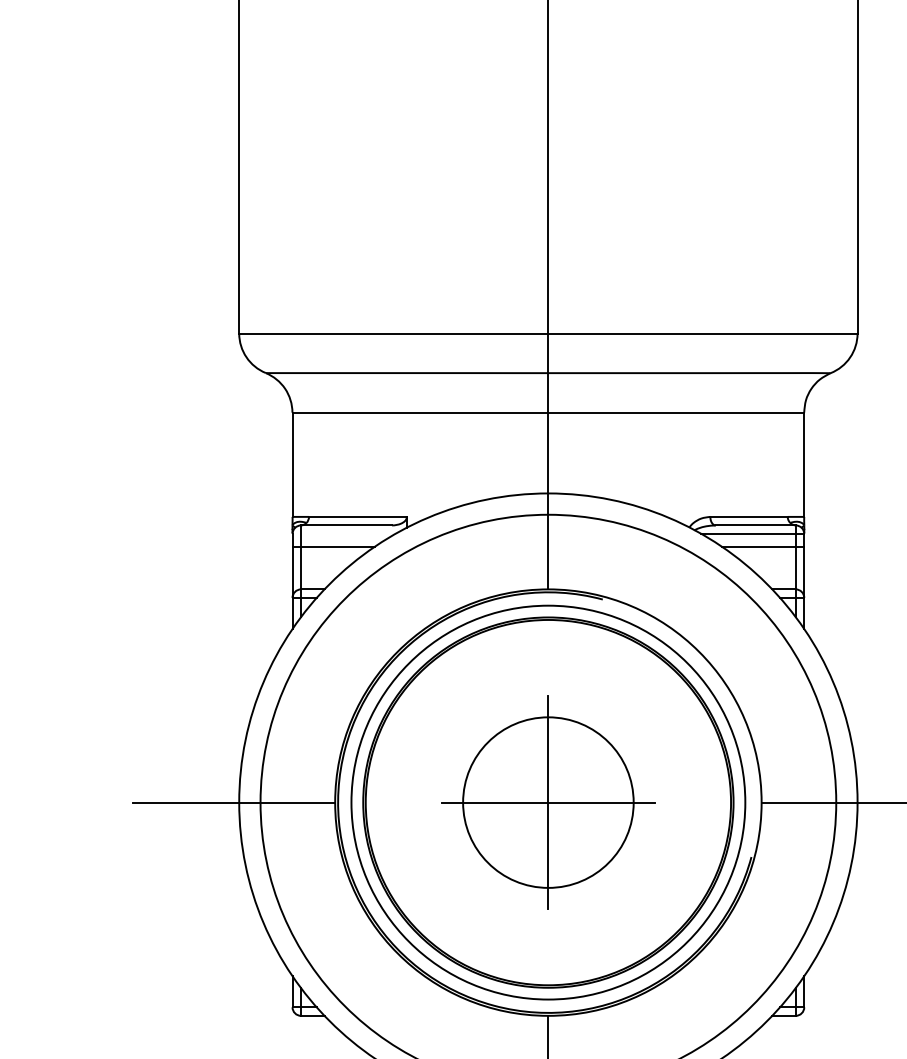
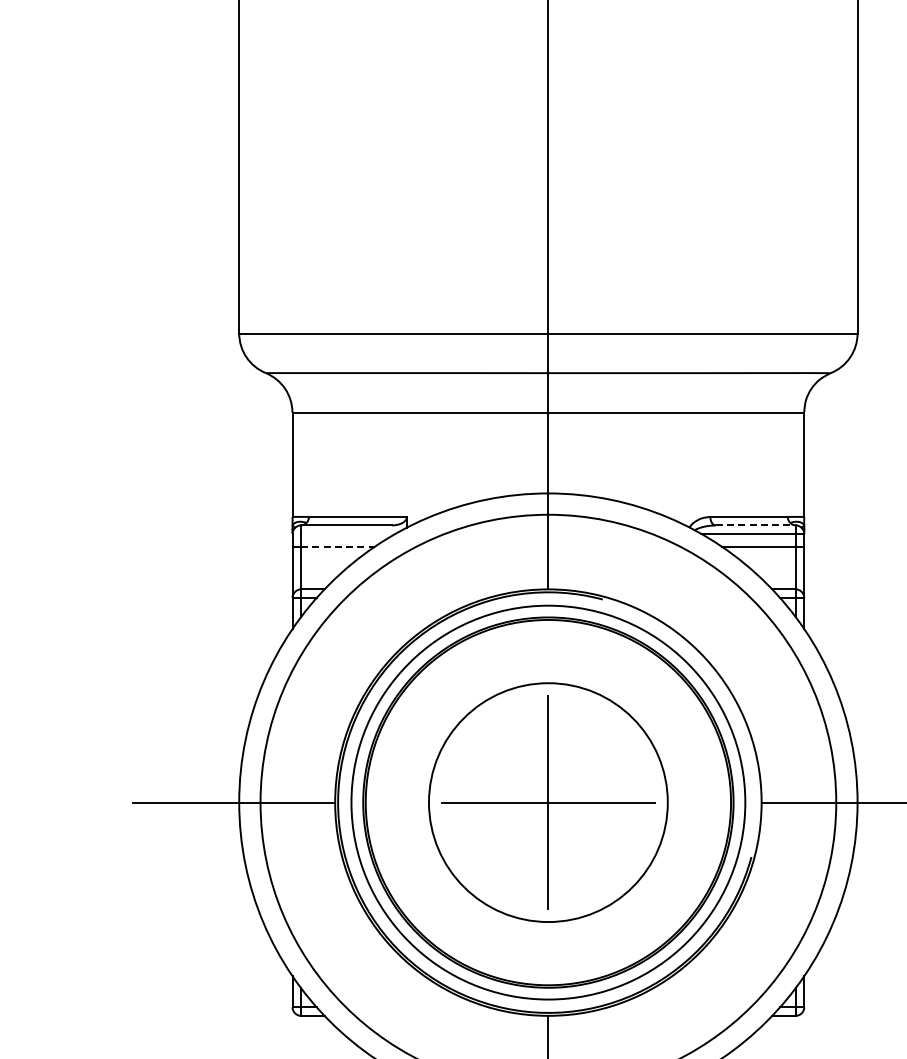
line at (756, 525): solid -> dashed
line at (337, 546): solid -> dashed
circle at (548, 802) diameter: 171 px -> 239 px
